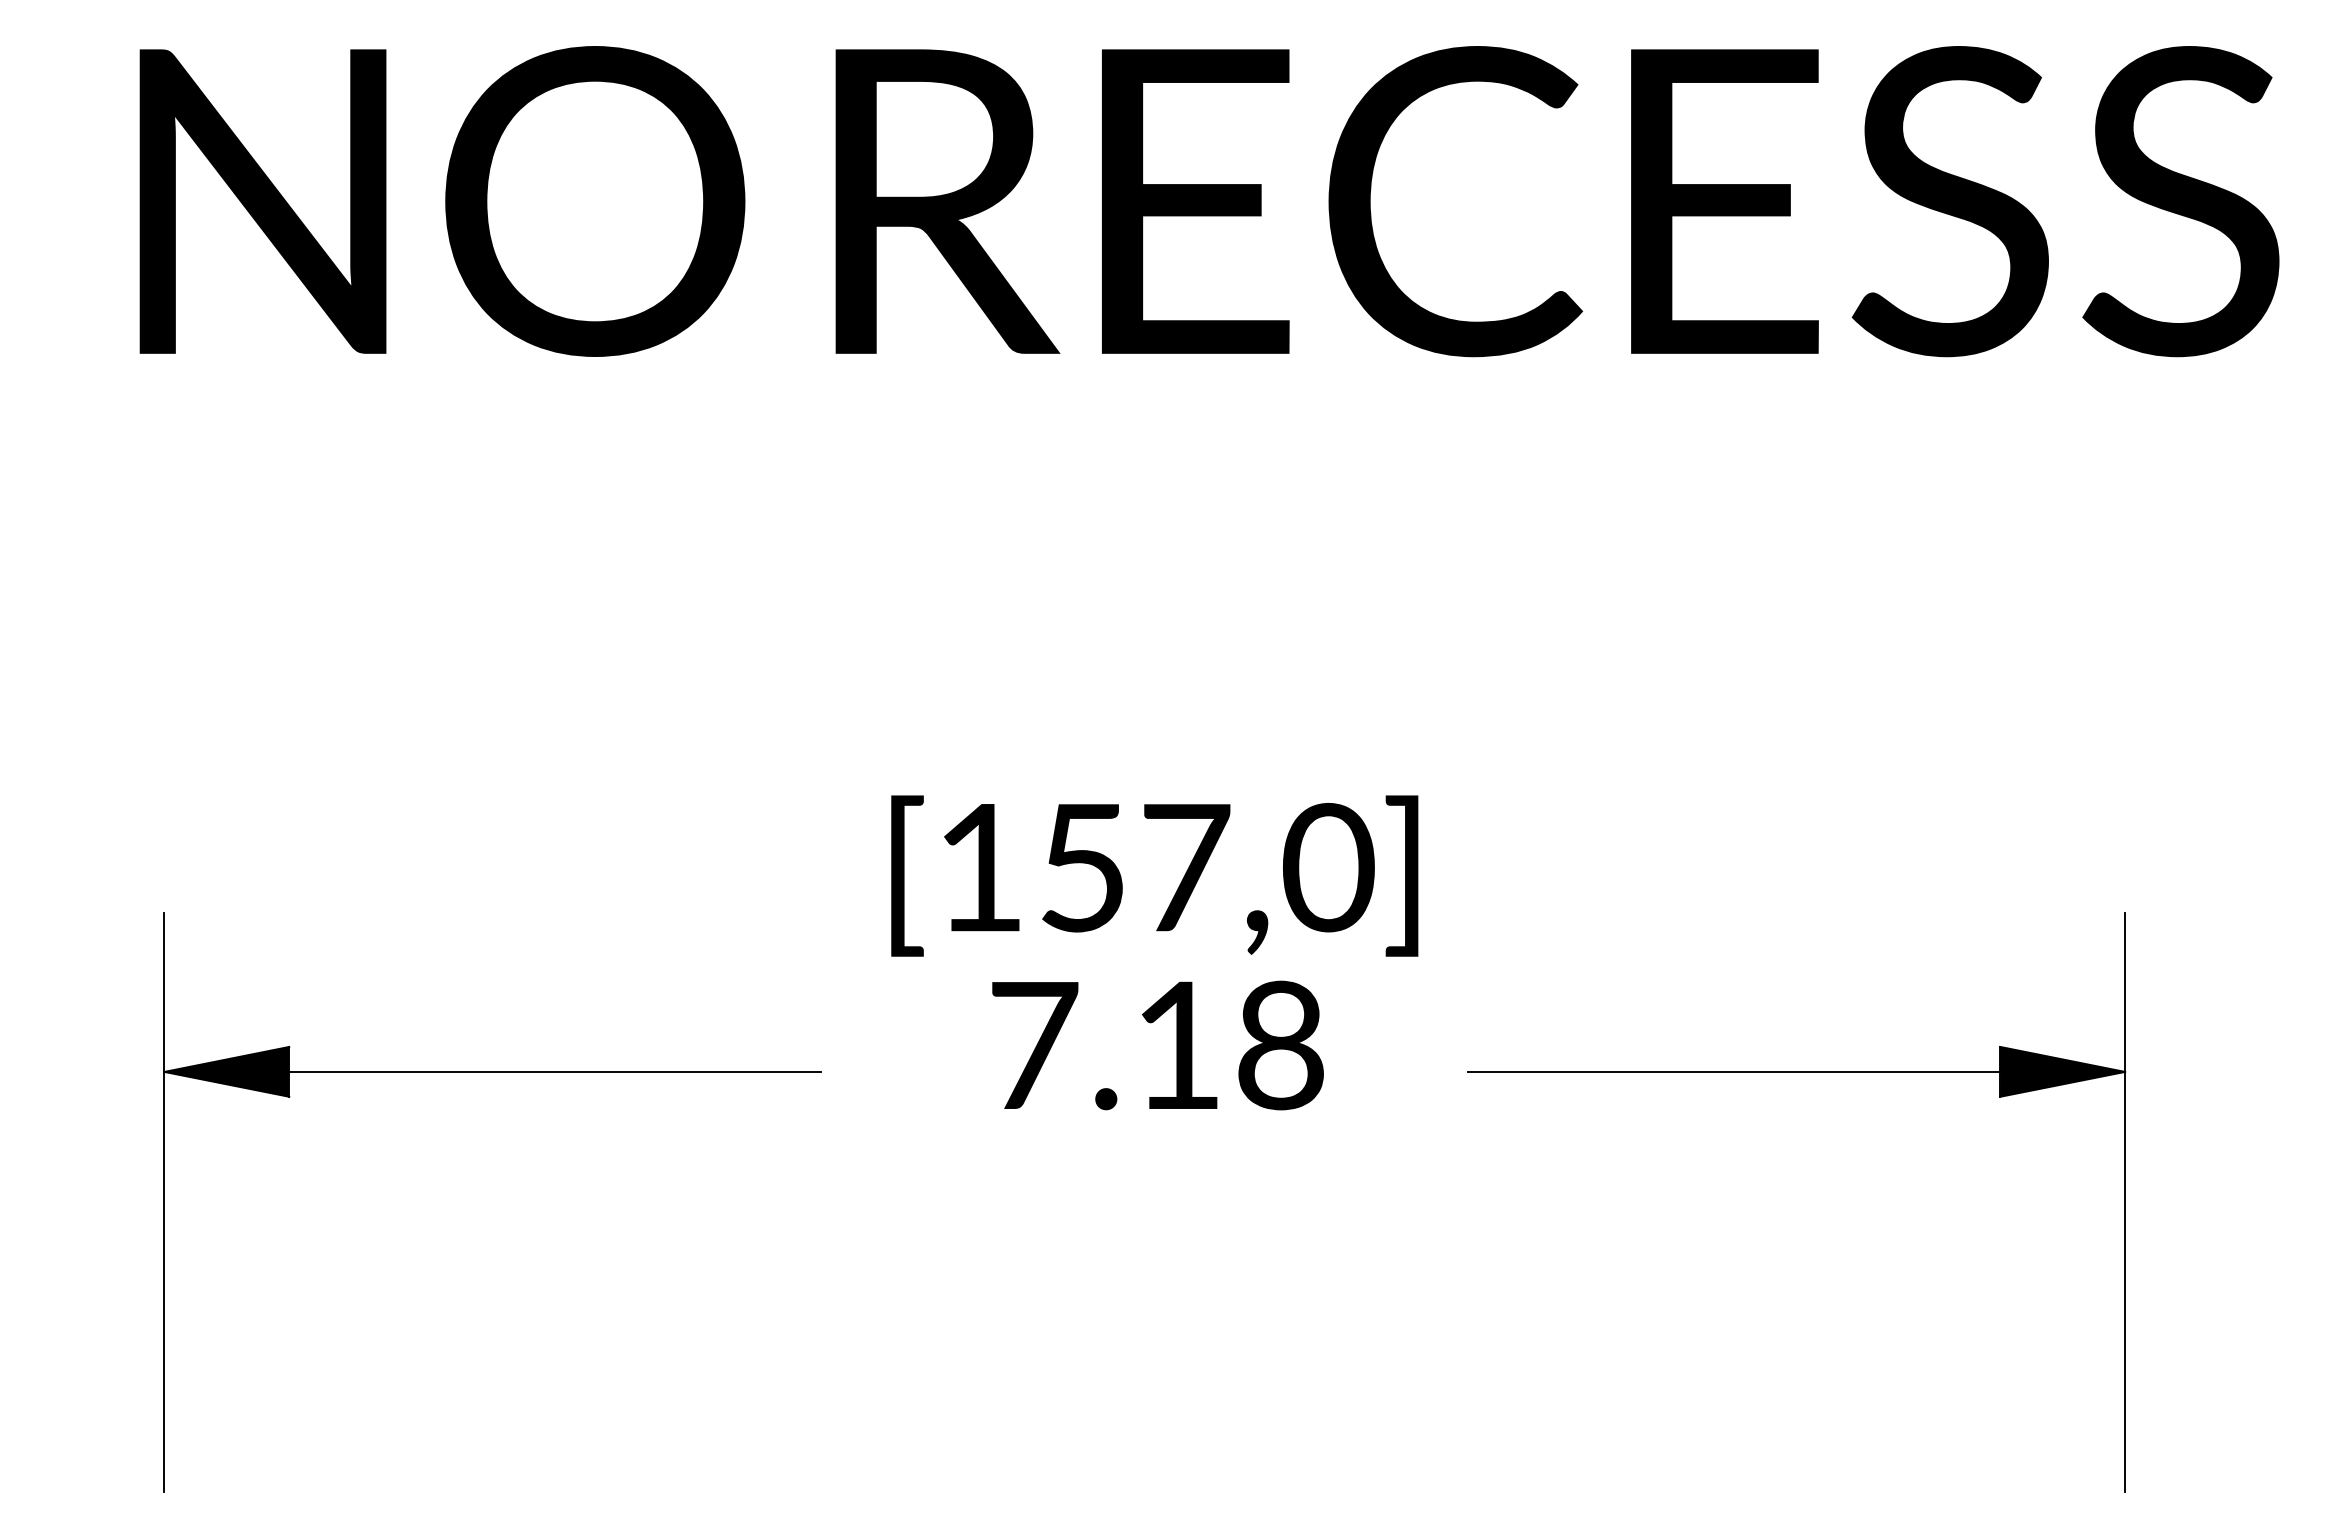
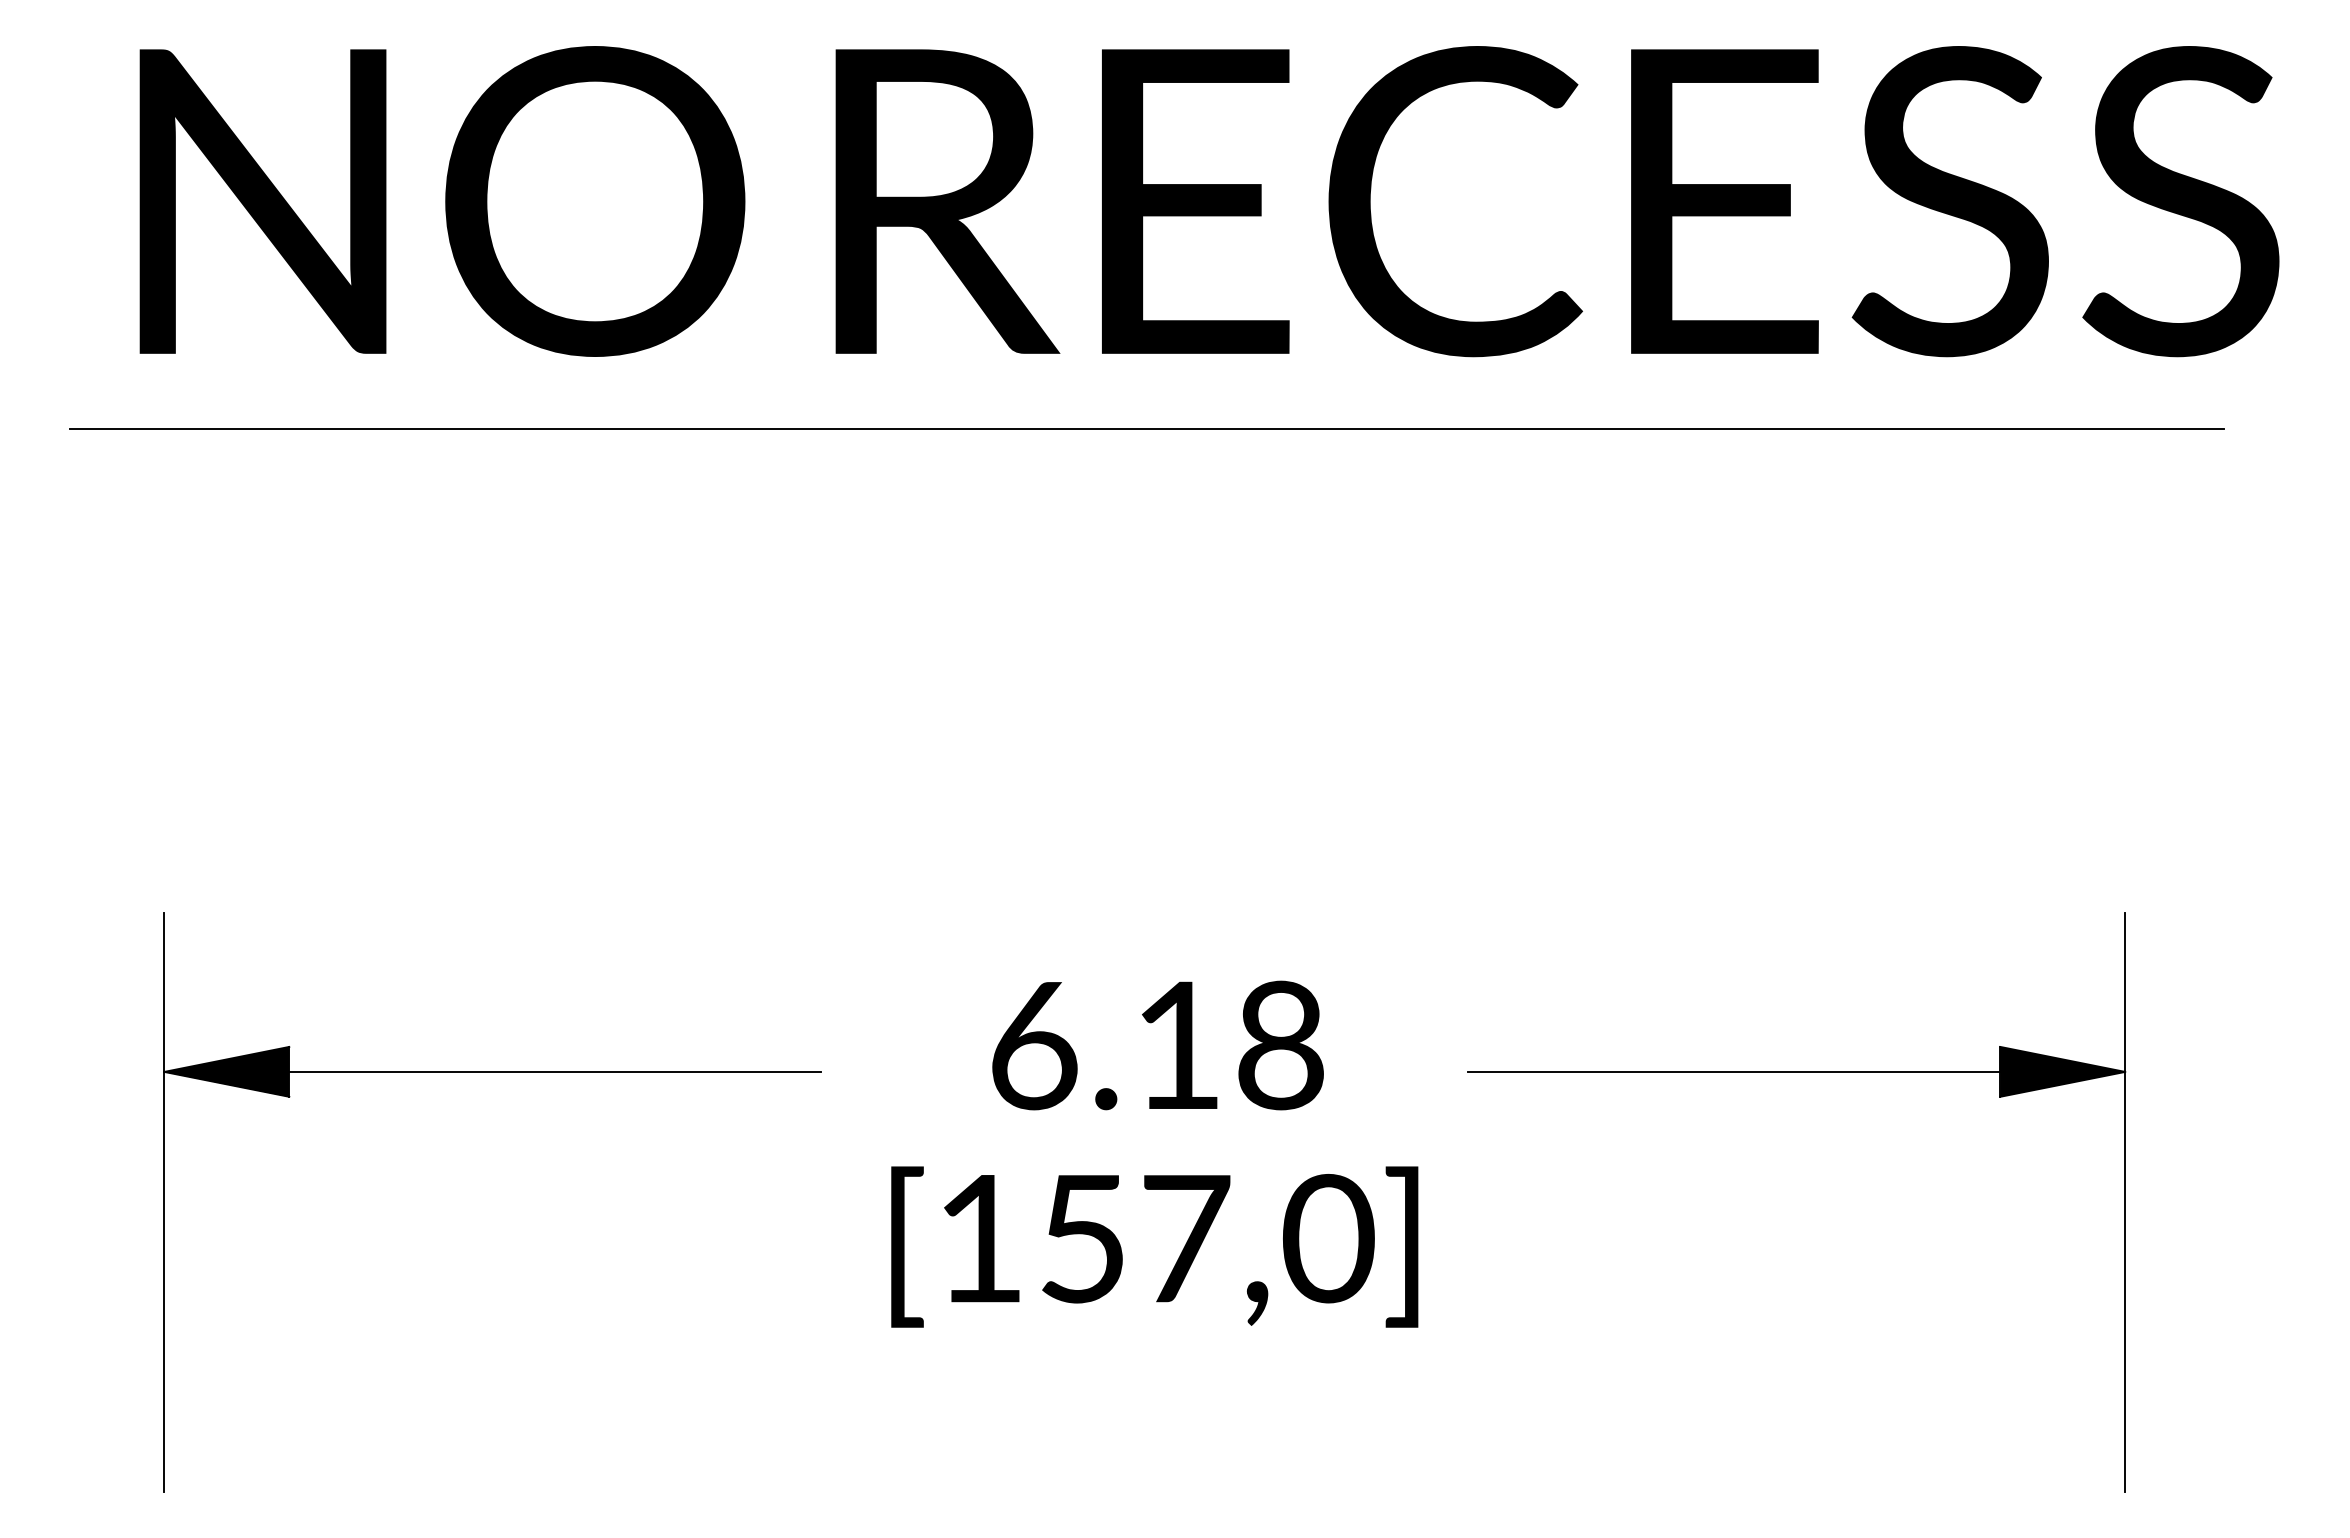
line at (1147, 428): none -> present
text at (1154, 875) position: (1154, 875) -> (1154, 1246)
text at (1035, 1046): 7.18 -> 6.18
